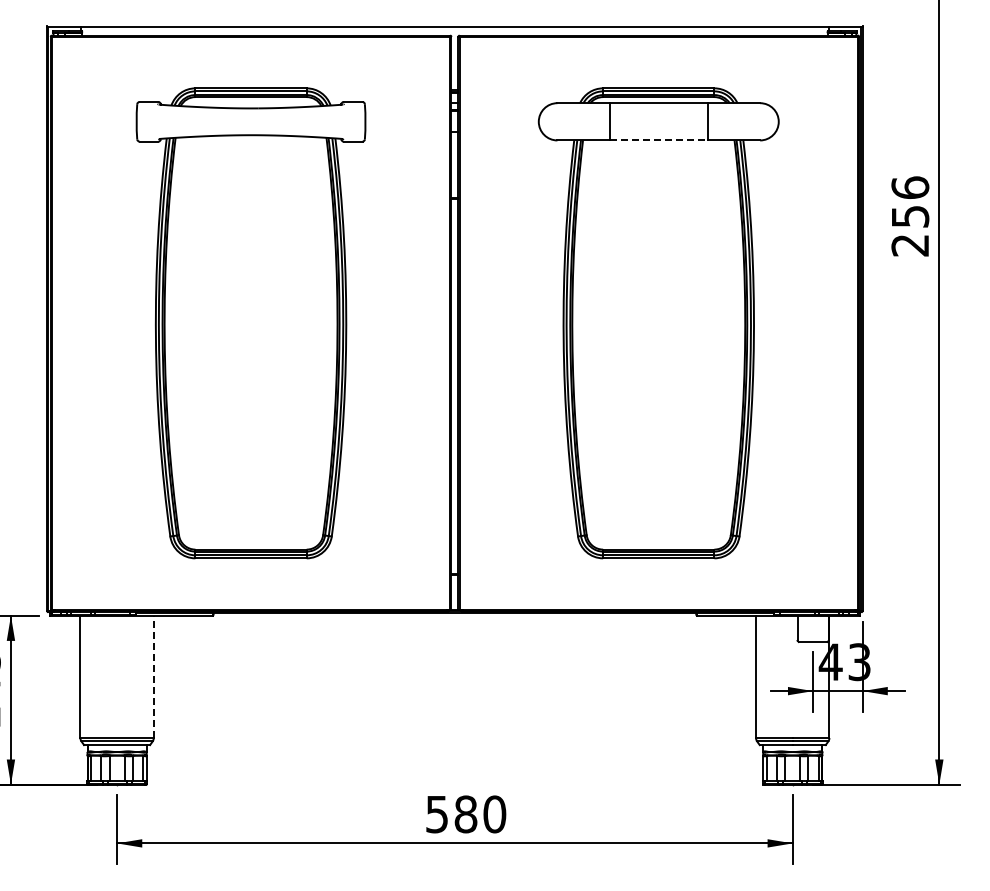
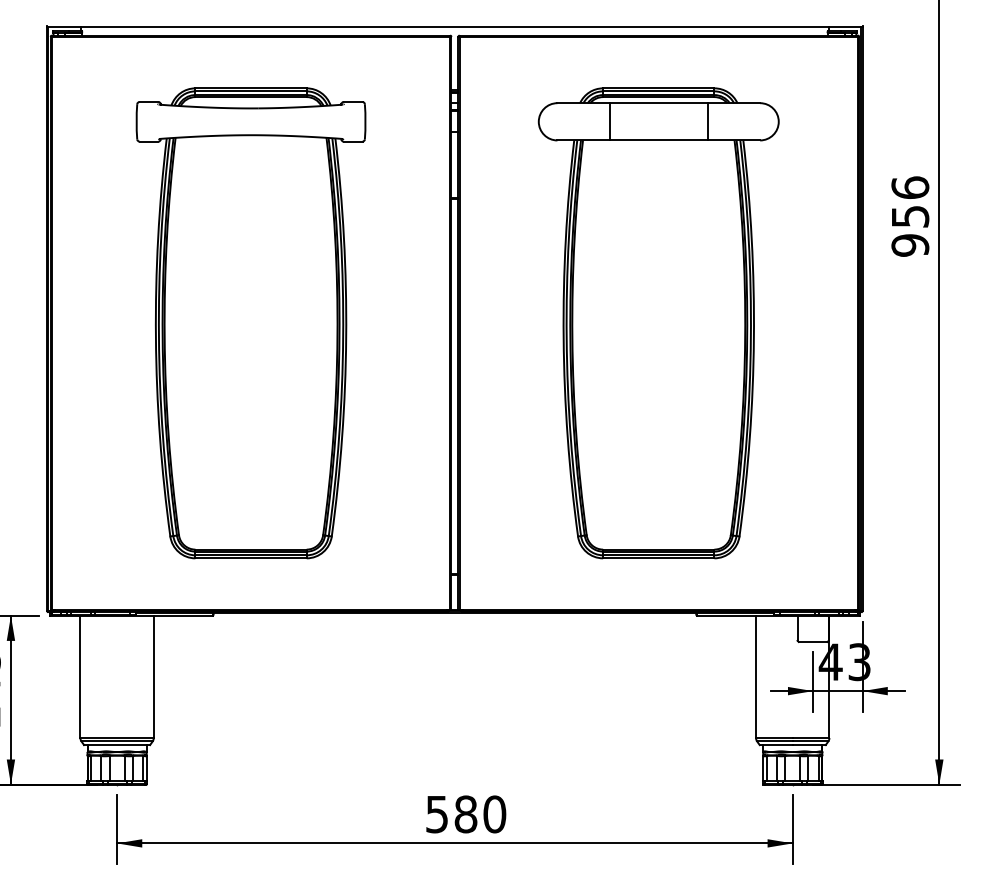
line at (658, 140): dashed -> solid
text at (910, 245): 256 -> 956
line at (153, 676): dashed -> solid
